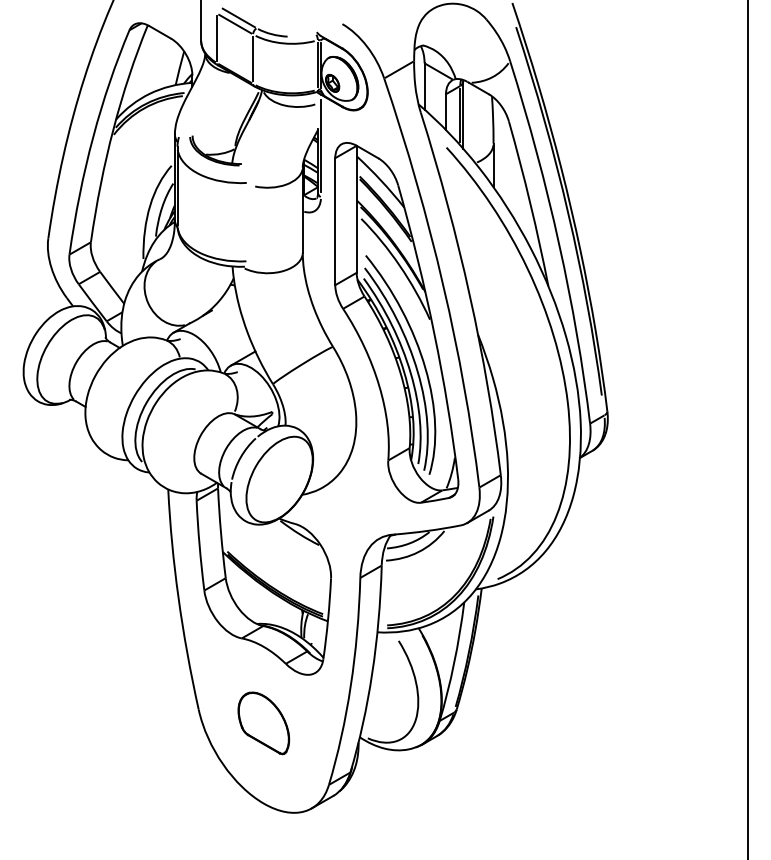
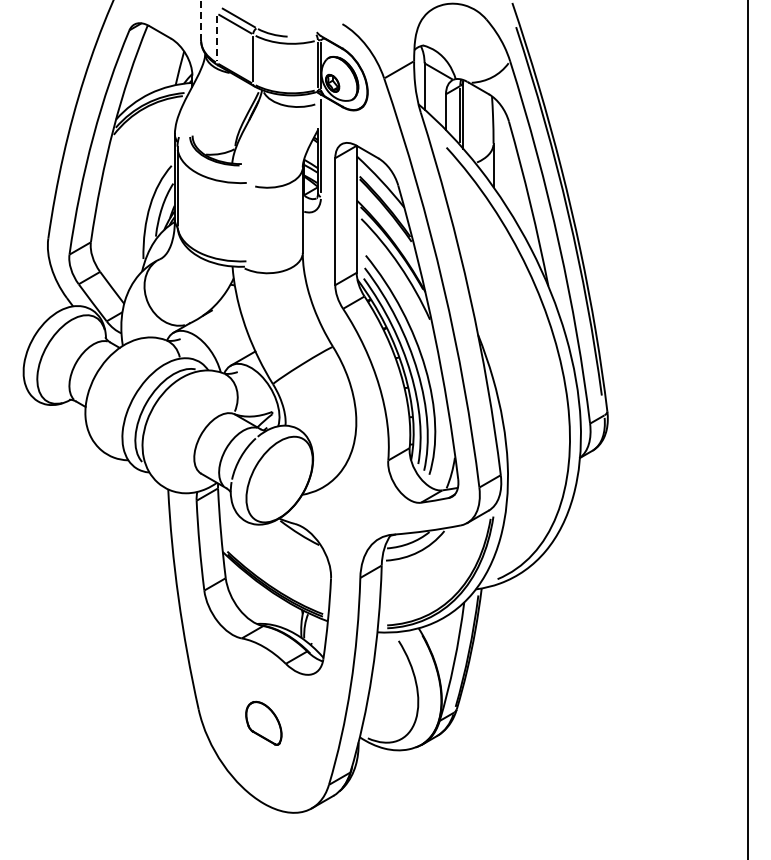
line at (201, 19): solid -> dashed
line at (217, 39): solid -> dashed
part at (263, 723) size: 54x65 px -> 38x46 px
